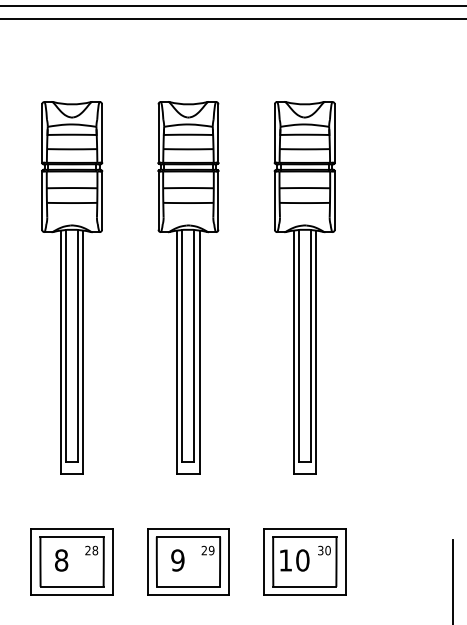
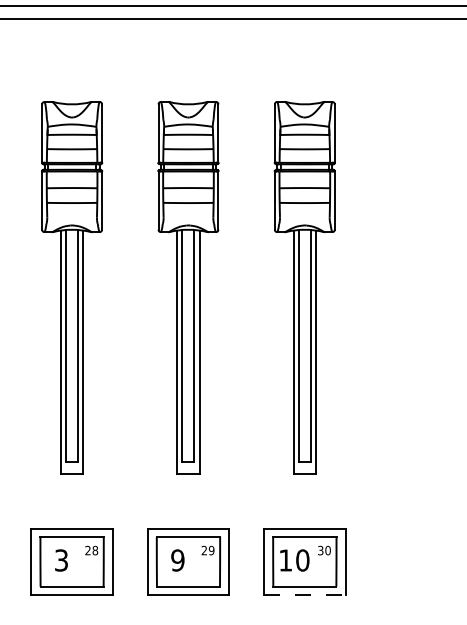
text at (61, 560): 8 -> 3
line at (453, 580): present -> none
line at (304, 594): solid -> dashed
